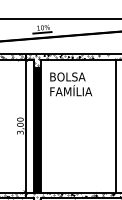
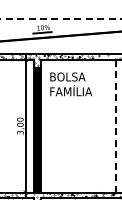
line at (61, 18): solid -> dashed
line at (115, 125): solid -> dashed
